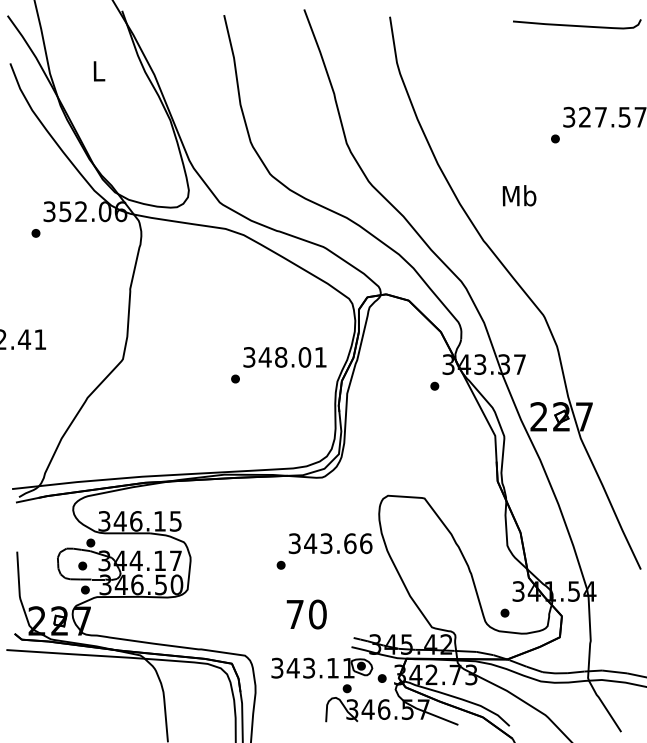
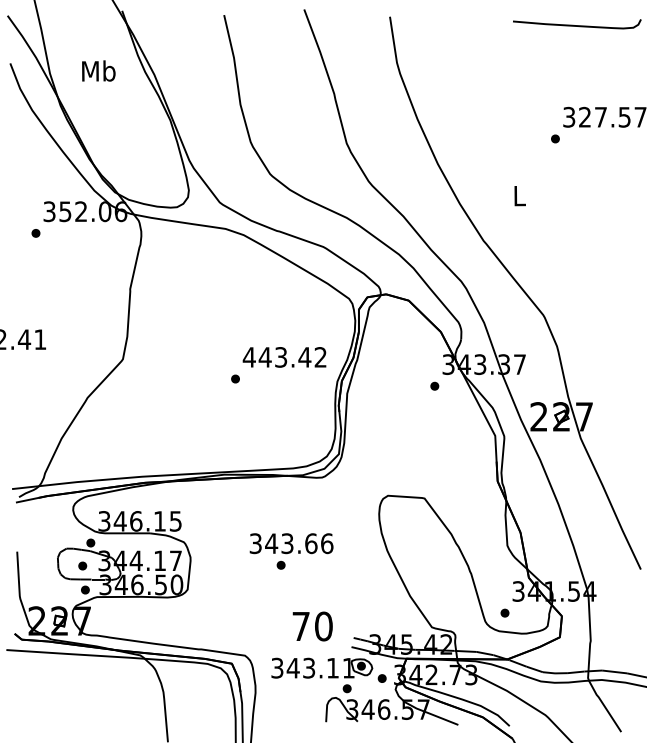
text at (98, 70): L -> Mb
text at (519, 195): Mb -> L
text at (284, 357): 348.01 -> 443.42
text at (330, 543) position: (330, 543) -> (291, 543)
text at (306, 614) position: (306, 614) -> (312, 626)
